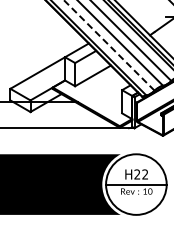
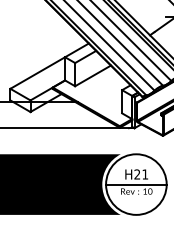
line at (109, 45): dashed -> solid
text at (144, 174): H22 -> H21
